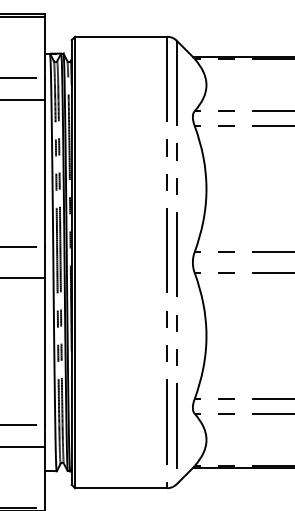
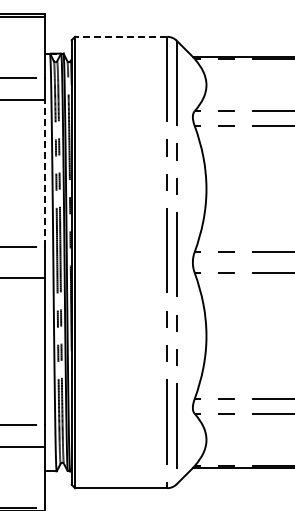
line at (120, 36): solid -> dashed
line at (45, 173): solid -> dashed
